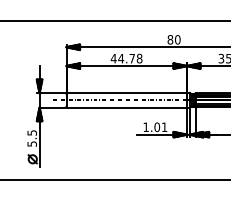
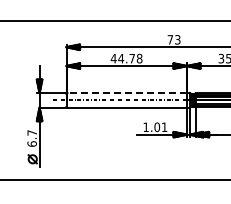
text at (173, 39): 80 -> 73
line at (127, 92): solid -> dashed
text at (31, 138): 5.5 -> 6.7
